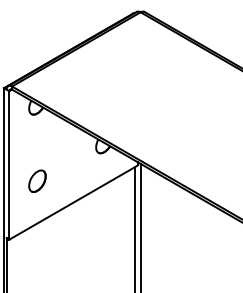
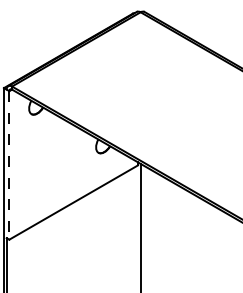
line at (9, 165): solid -> dashed
part at (37, 180): present -> none
line at (135, 227): present -> none
